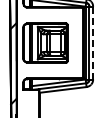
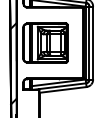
line at (93, 43): dashed -> solid
